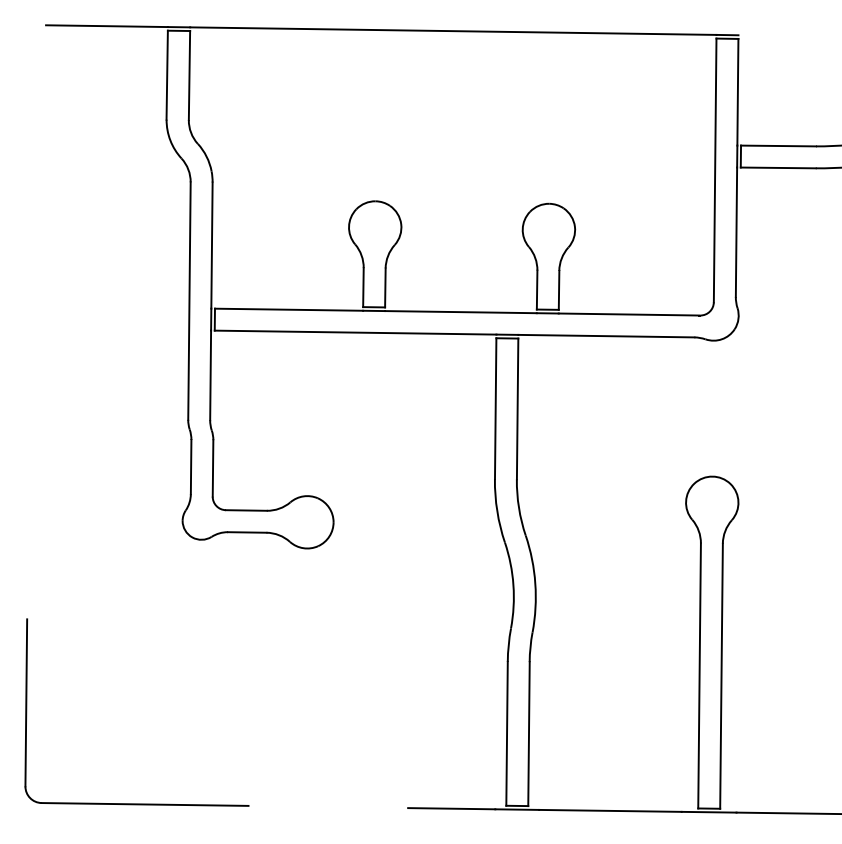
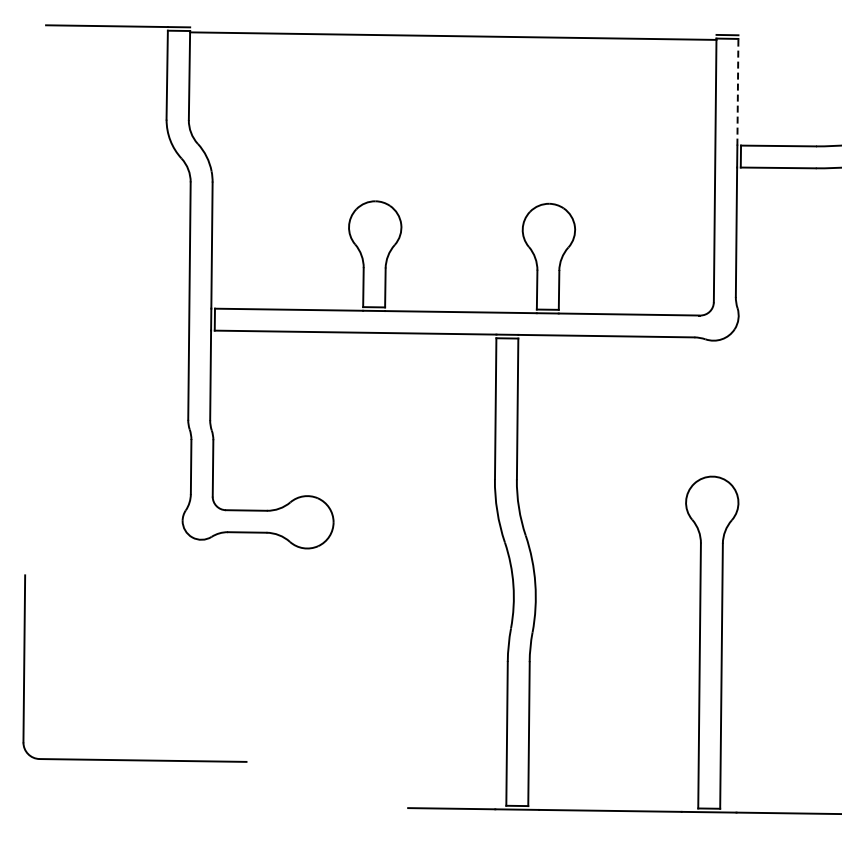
line at (453, 30) position: (453, 30) -> (453, 35)
line at (737, 91): solid -> dashed
part at (136, 803) position: (136, 803) -> (134, 759)
